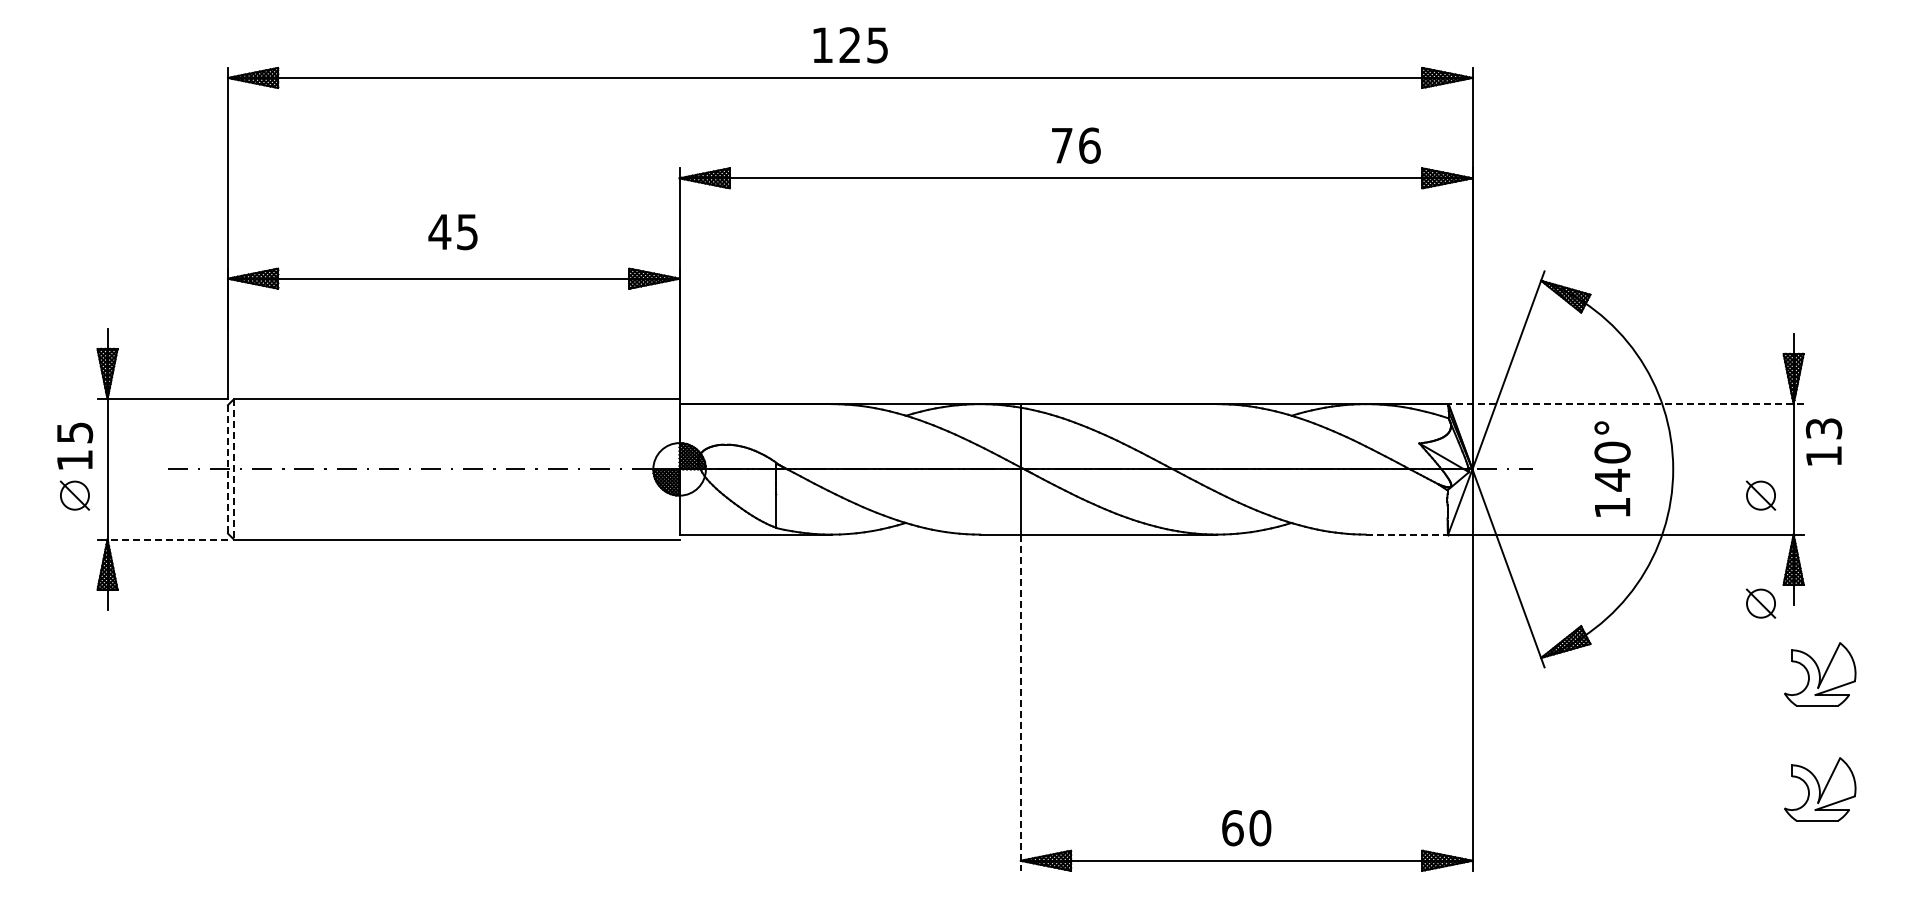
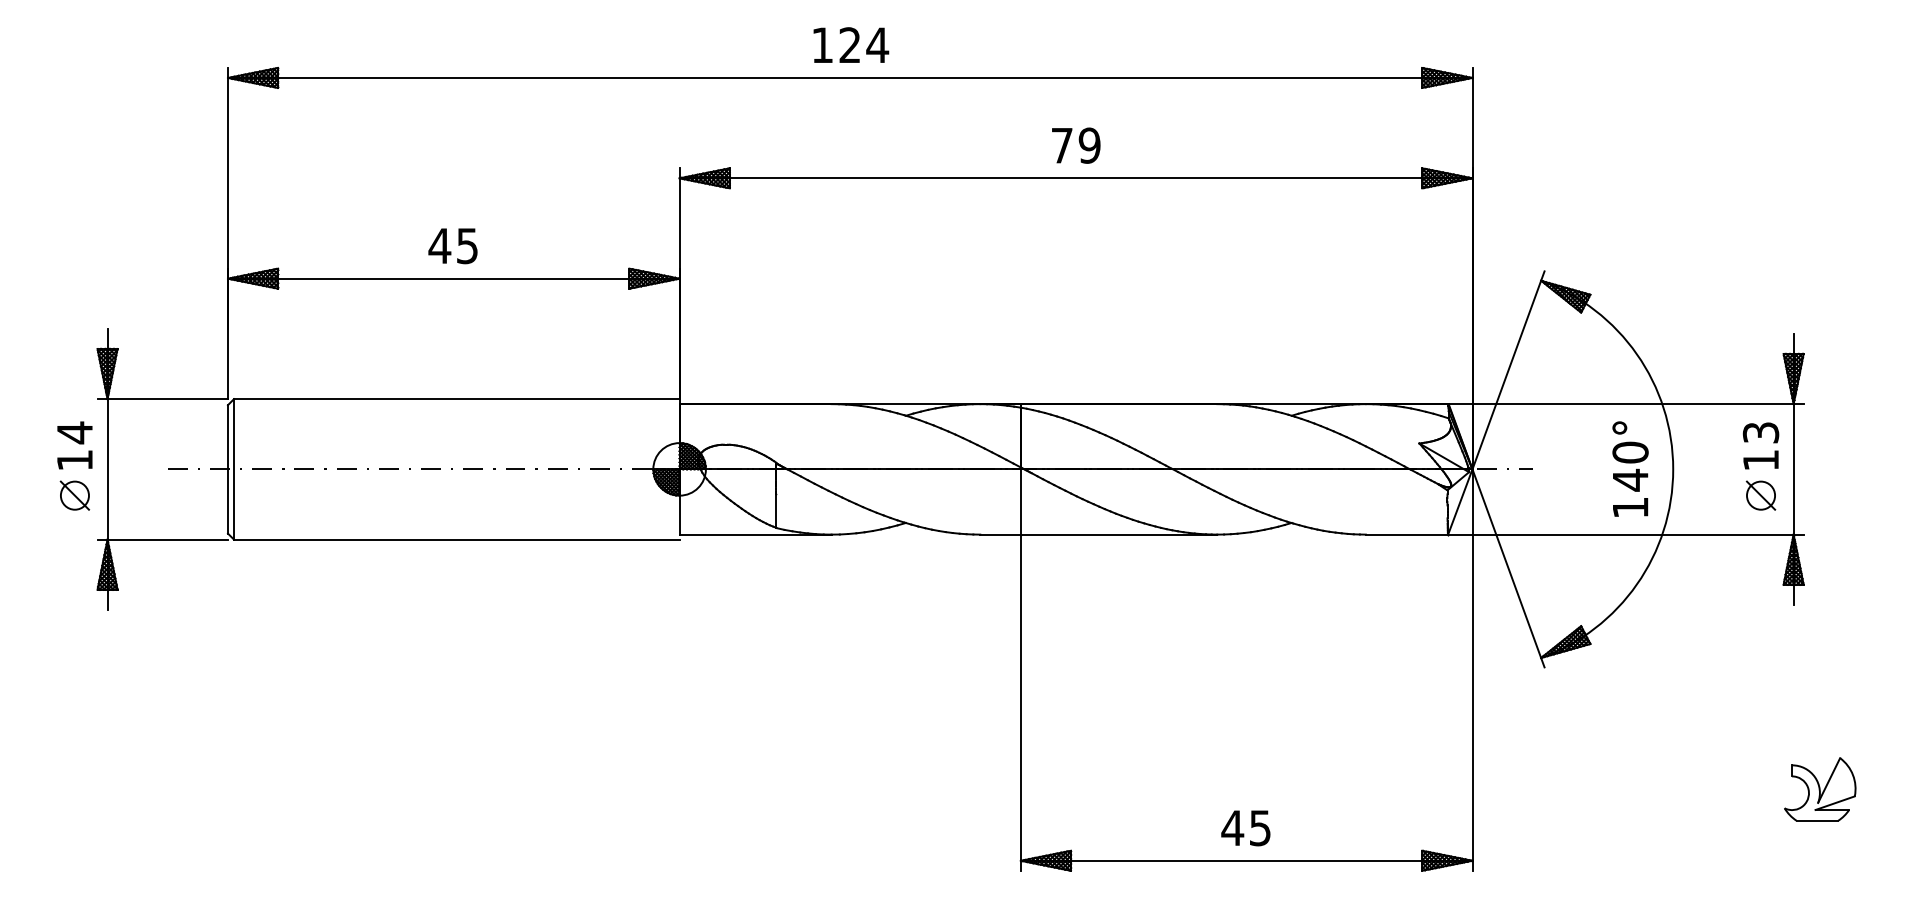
text at (877, 45): 125 -> 124
text at (1089, 145): 76 -> 79
text at (452, 232) position: (452, 232) -> (452, 246)
line at (1625, 404): dashed -> solid
text at (75, 432): 15 -> 14
text at (1823, 441) position: (1823, 441) -> (1760, 445)
text at (1612, 468) position: (1612, 468) -> (1630, 468)
line at (228, 469): dashed -> solid
line at (234, 469): dashed -> solid
line at (1407, 534): dashed -> solid
line at (167, 539): dashed -> solid
part at (1760, 603): present -> none
part at (1820, 674): present -> none
line at (1020, 703): dashed -> solid
text at (1246, 828): 60 -> 45
